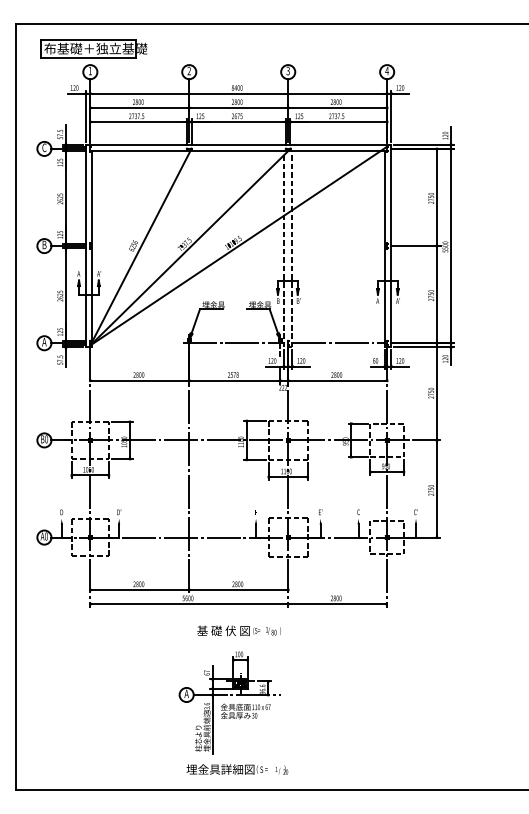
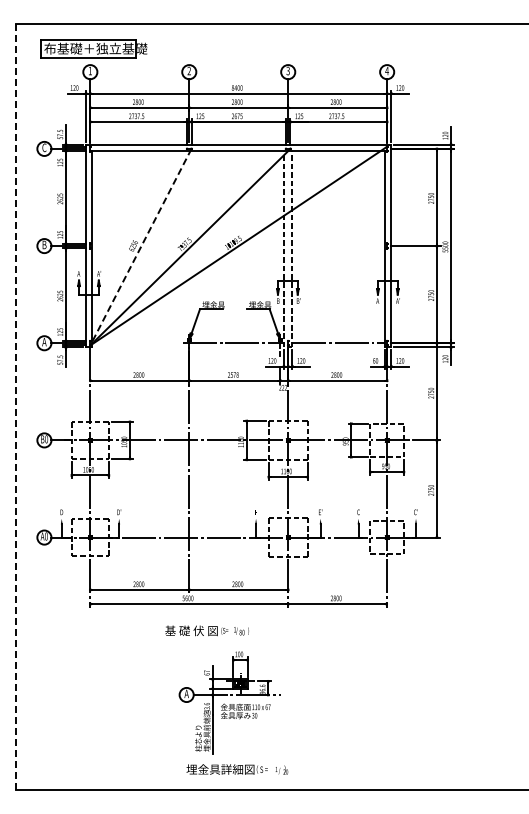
line at (140, 247): solid -> dashed
line at (16, 407): solid -> dashed
text at (238, 630) position: (238, 630) -> (206, 630)
